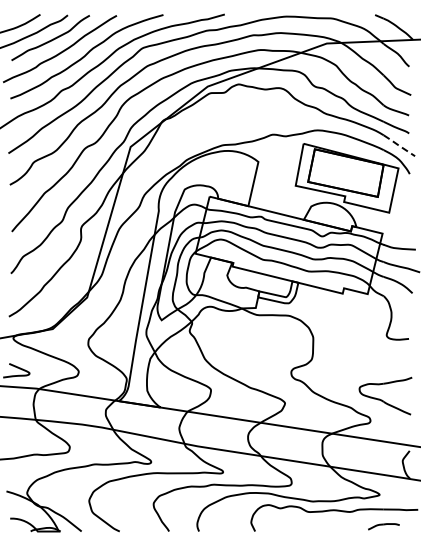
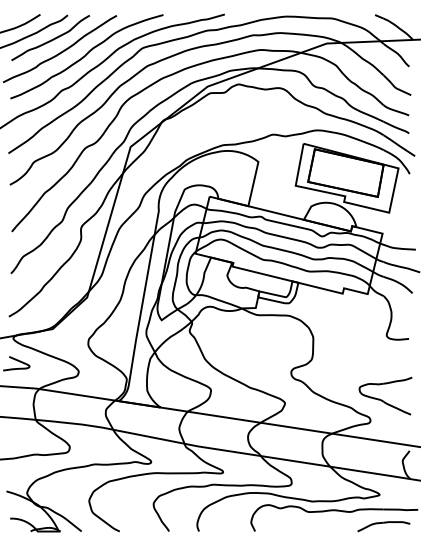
line at (399, 145): dashed -> solid
curve at (17, 368) position: (17, 368) -> (17, 361)
part at (383, 526) size: 32x8 px -> 54x12 px
